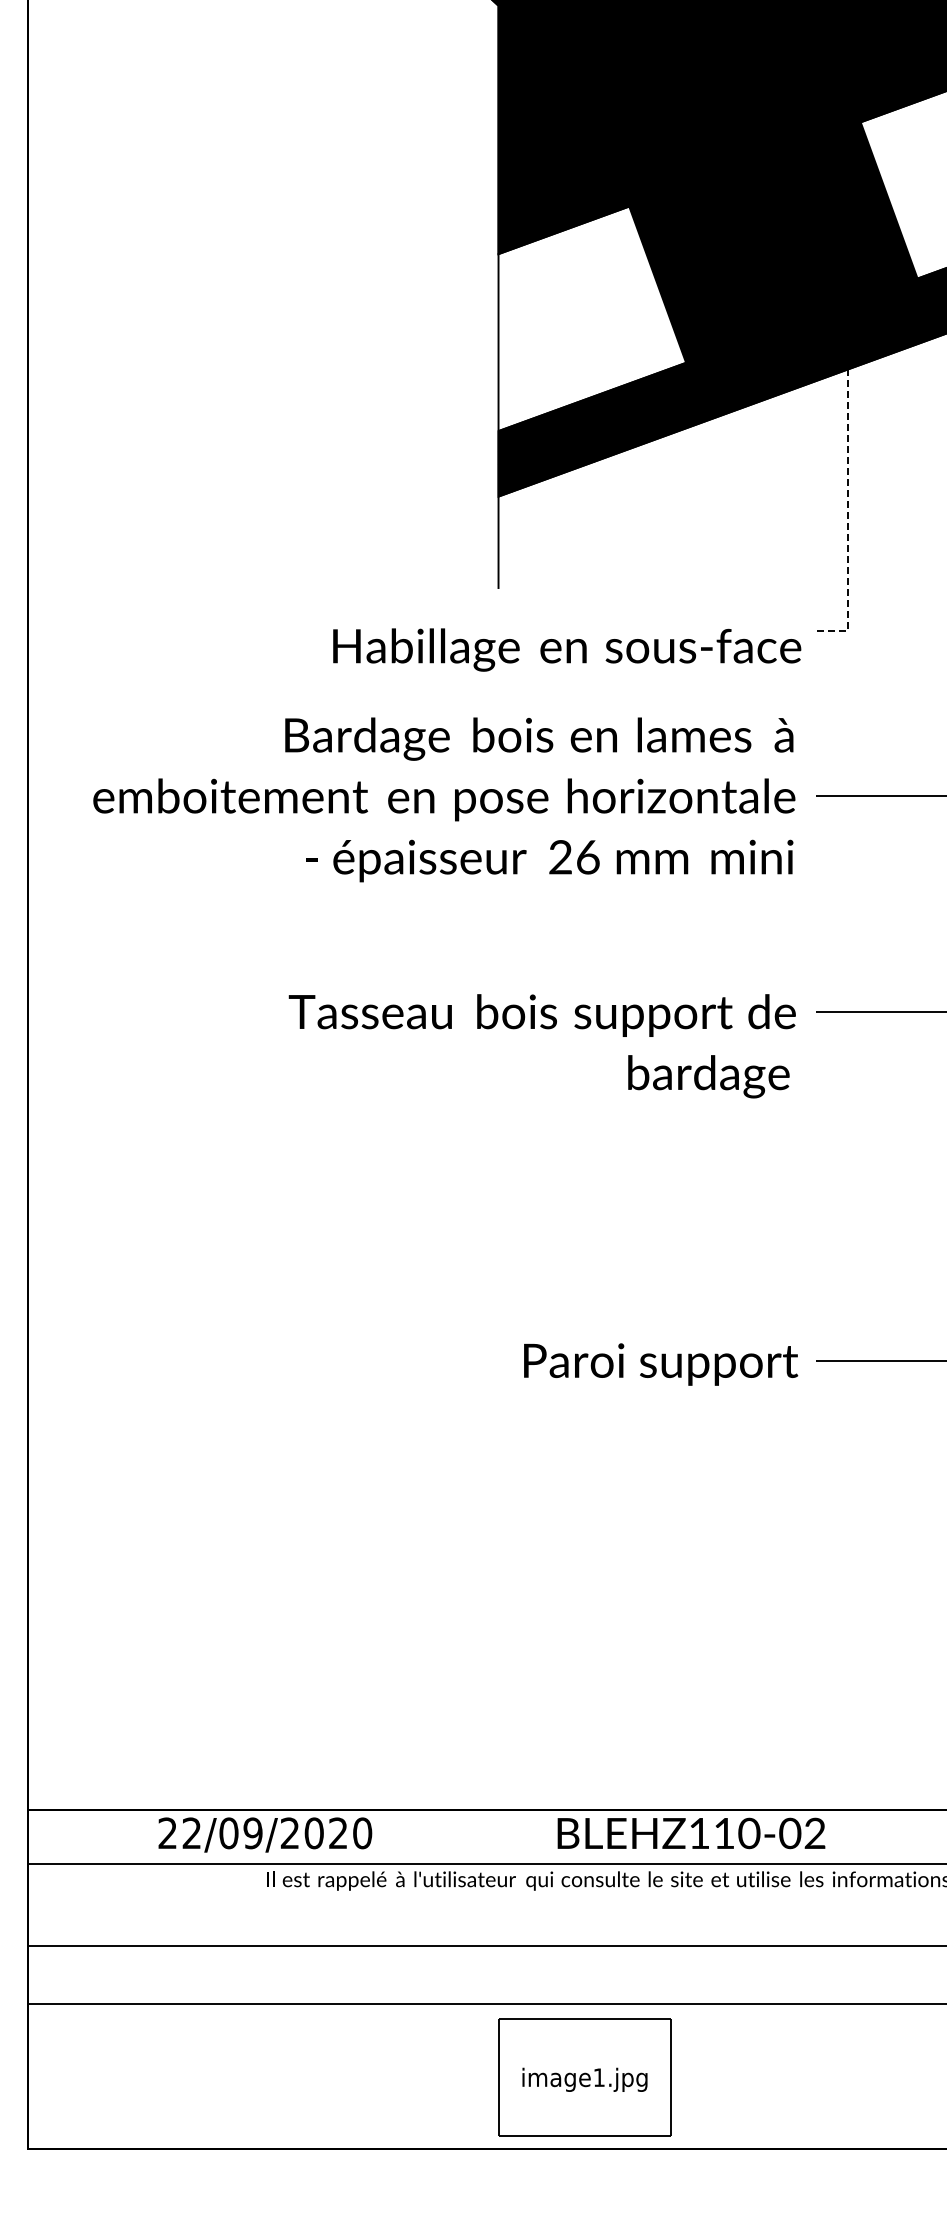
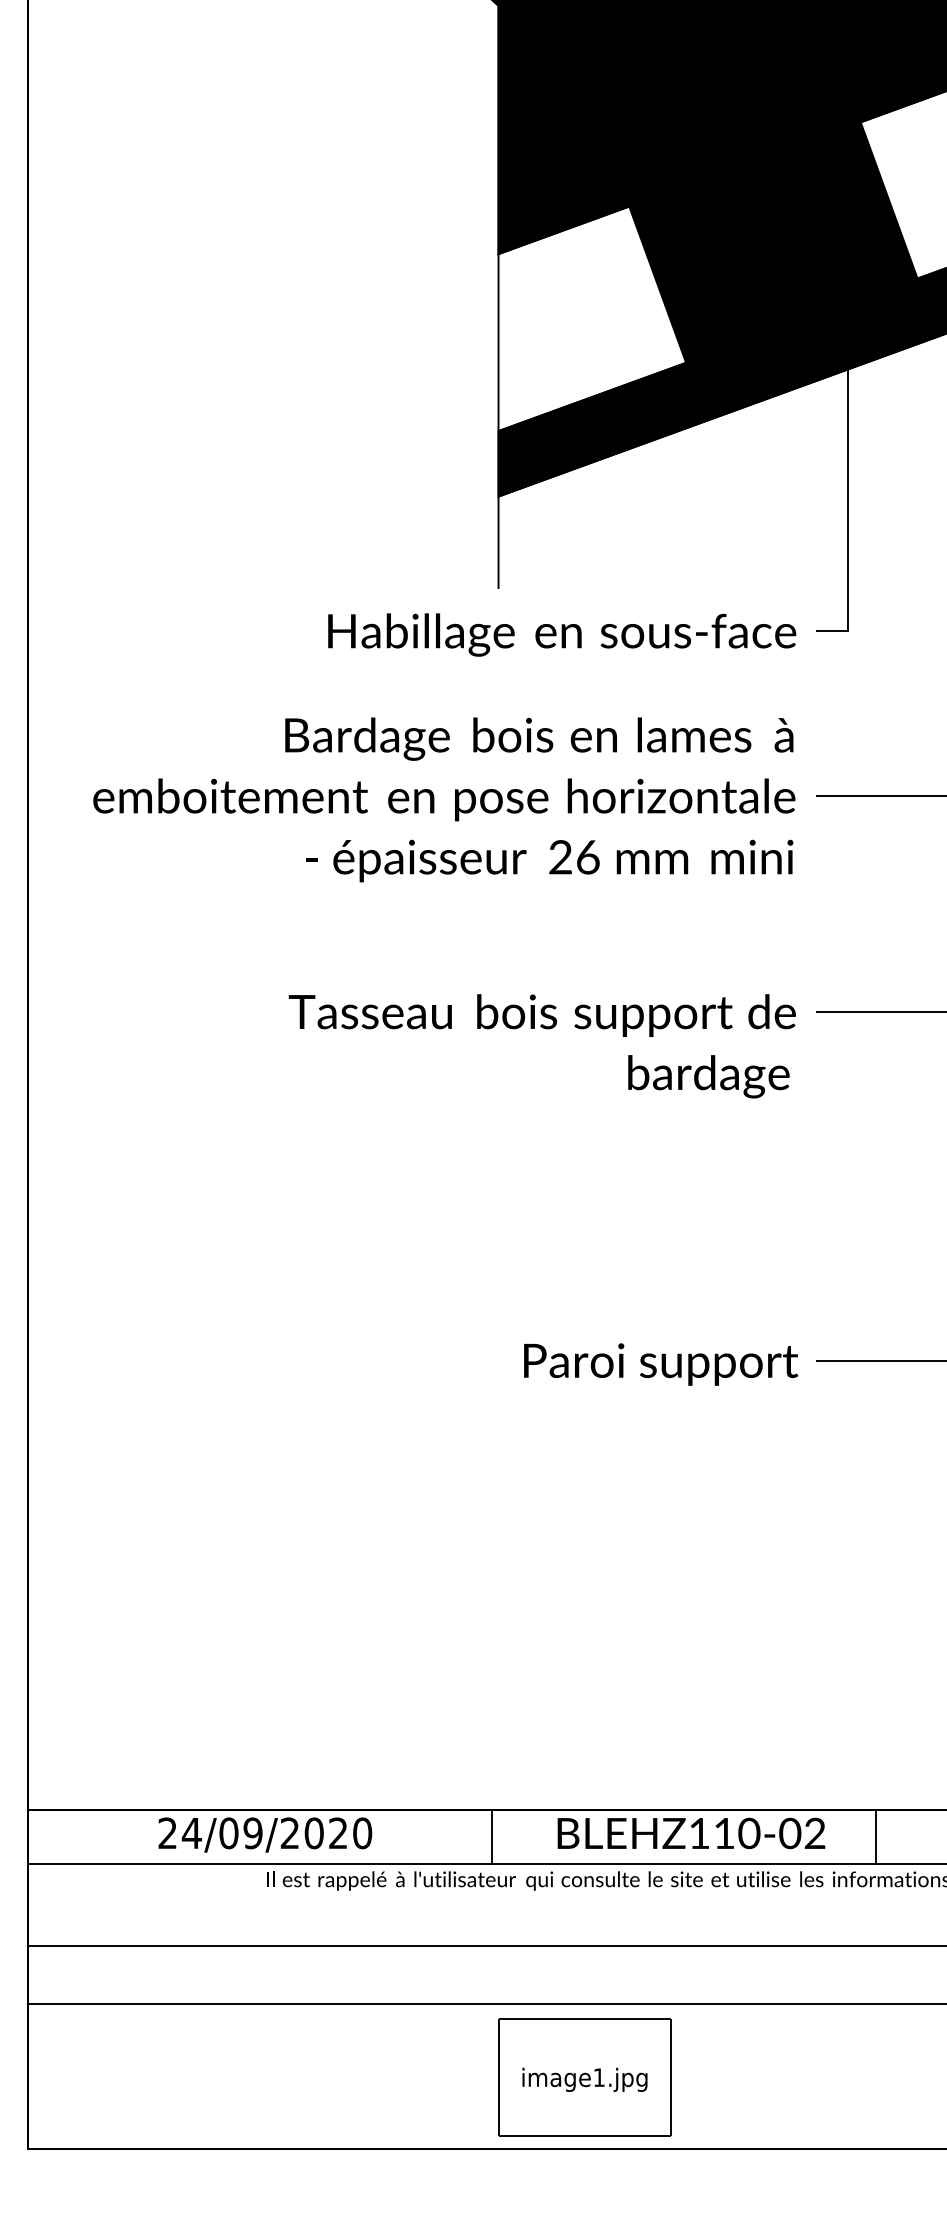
line at (847, 495): dashed -> solid
text at (567, 649) position: (567, 649) -> (562, 634)
text at (191, 1832): 22/09/2020 -> 24/09/2020
line at (491, 1837): none -> present
line at (876, 1837): none -> present
